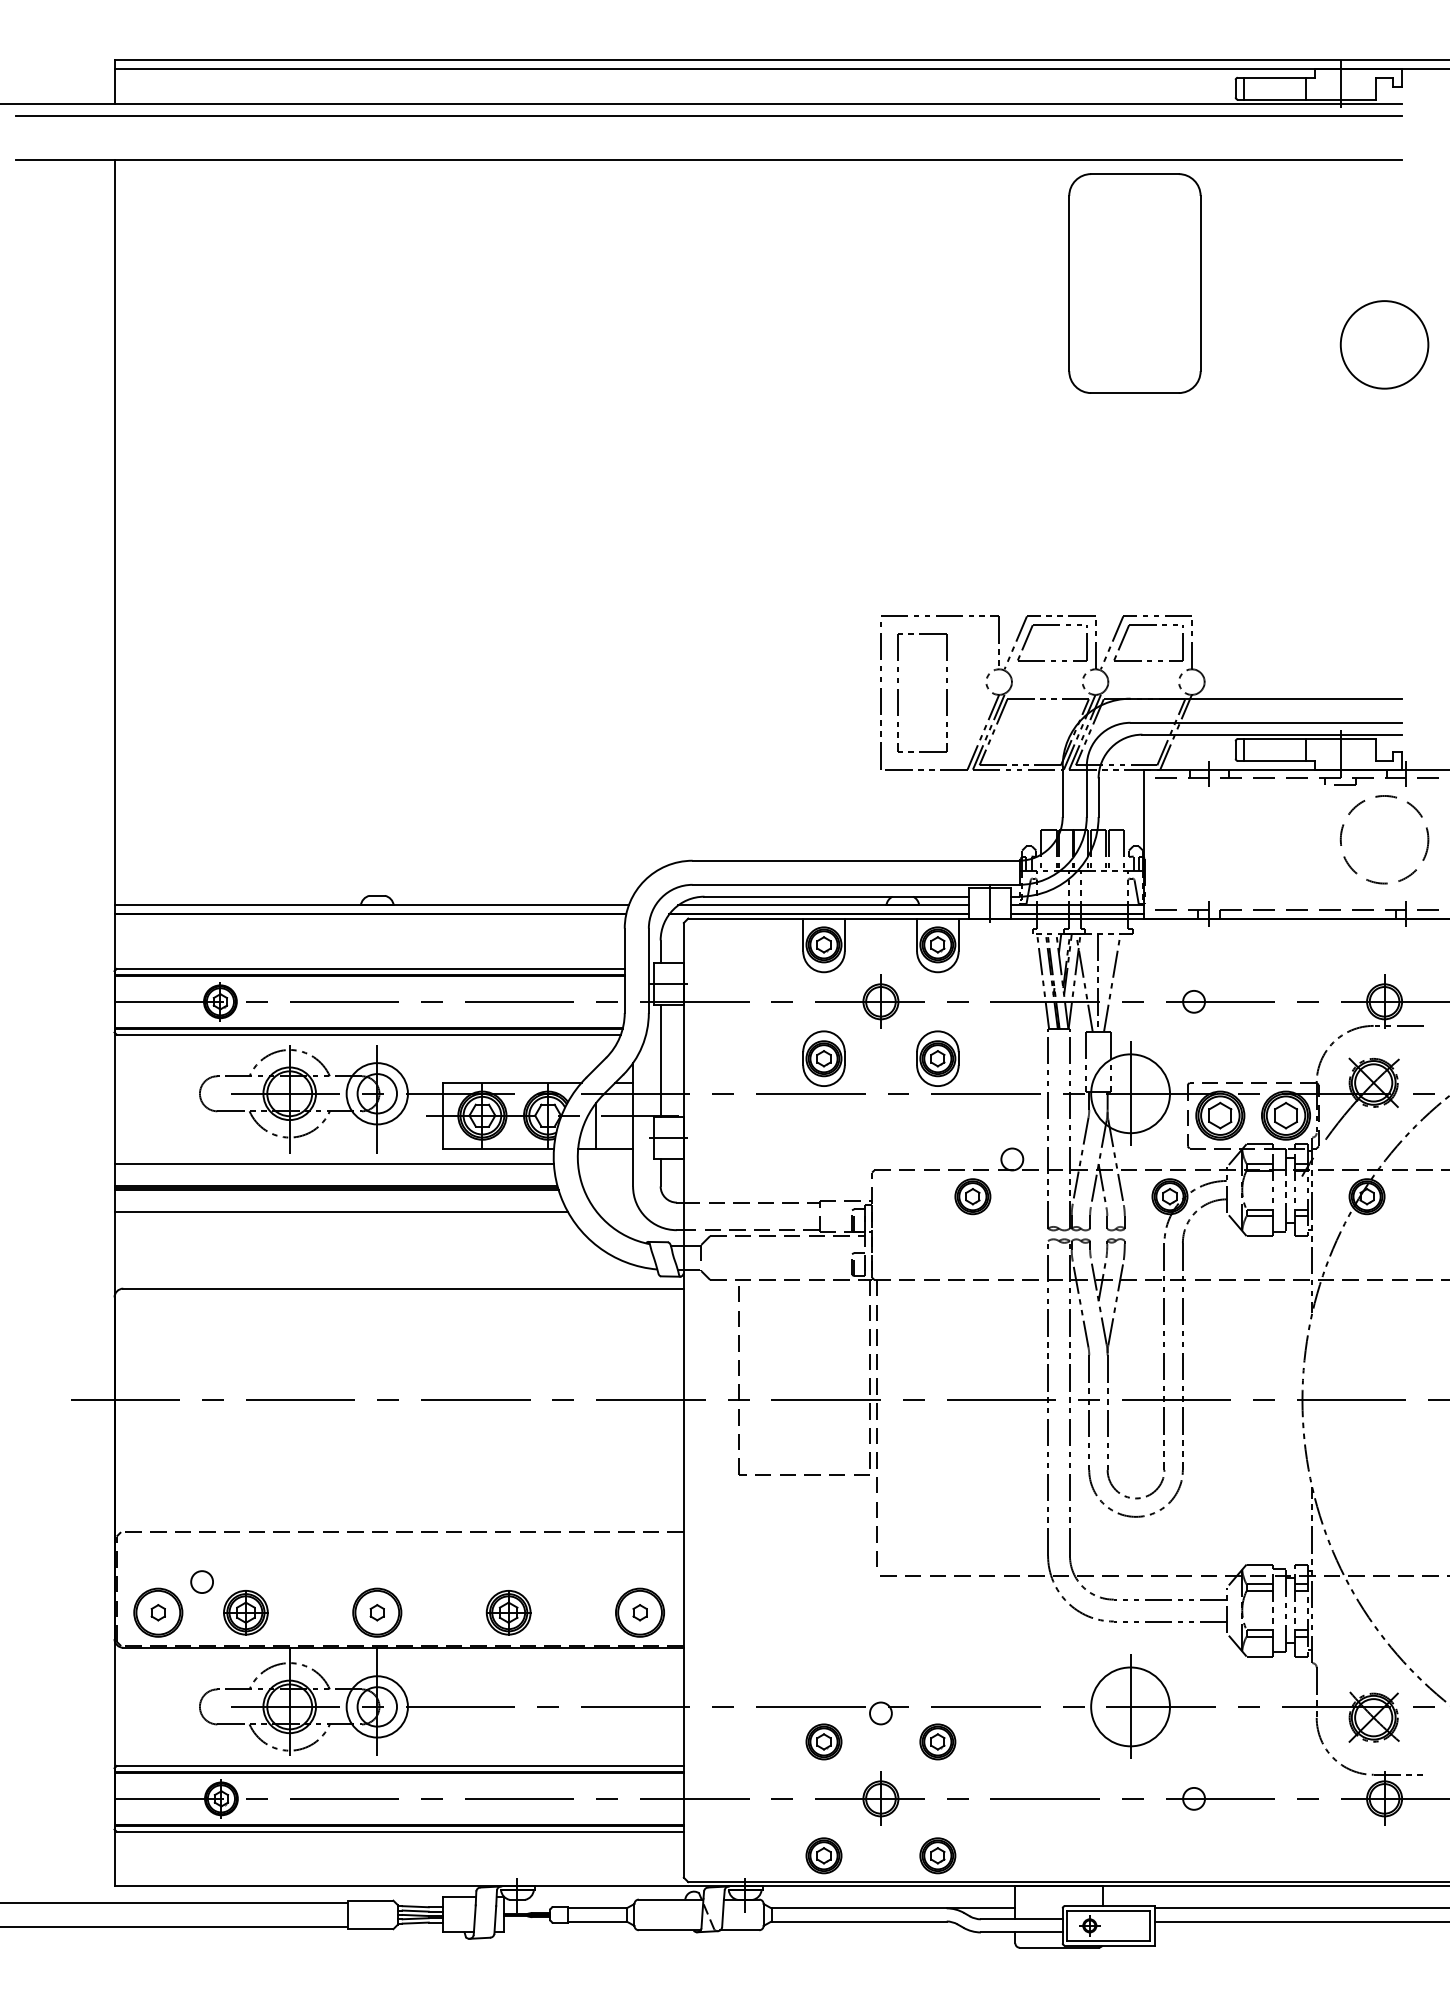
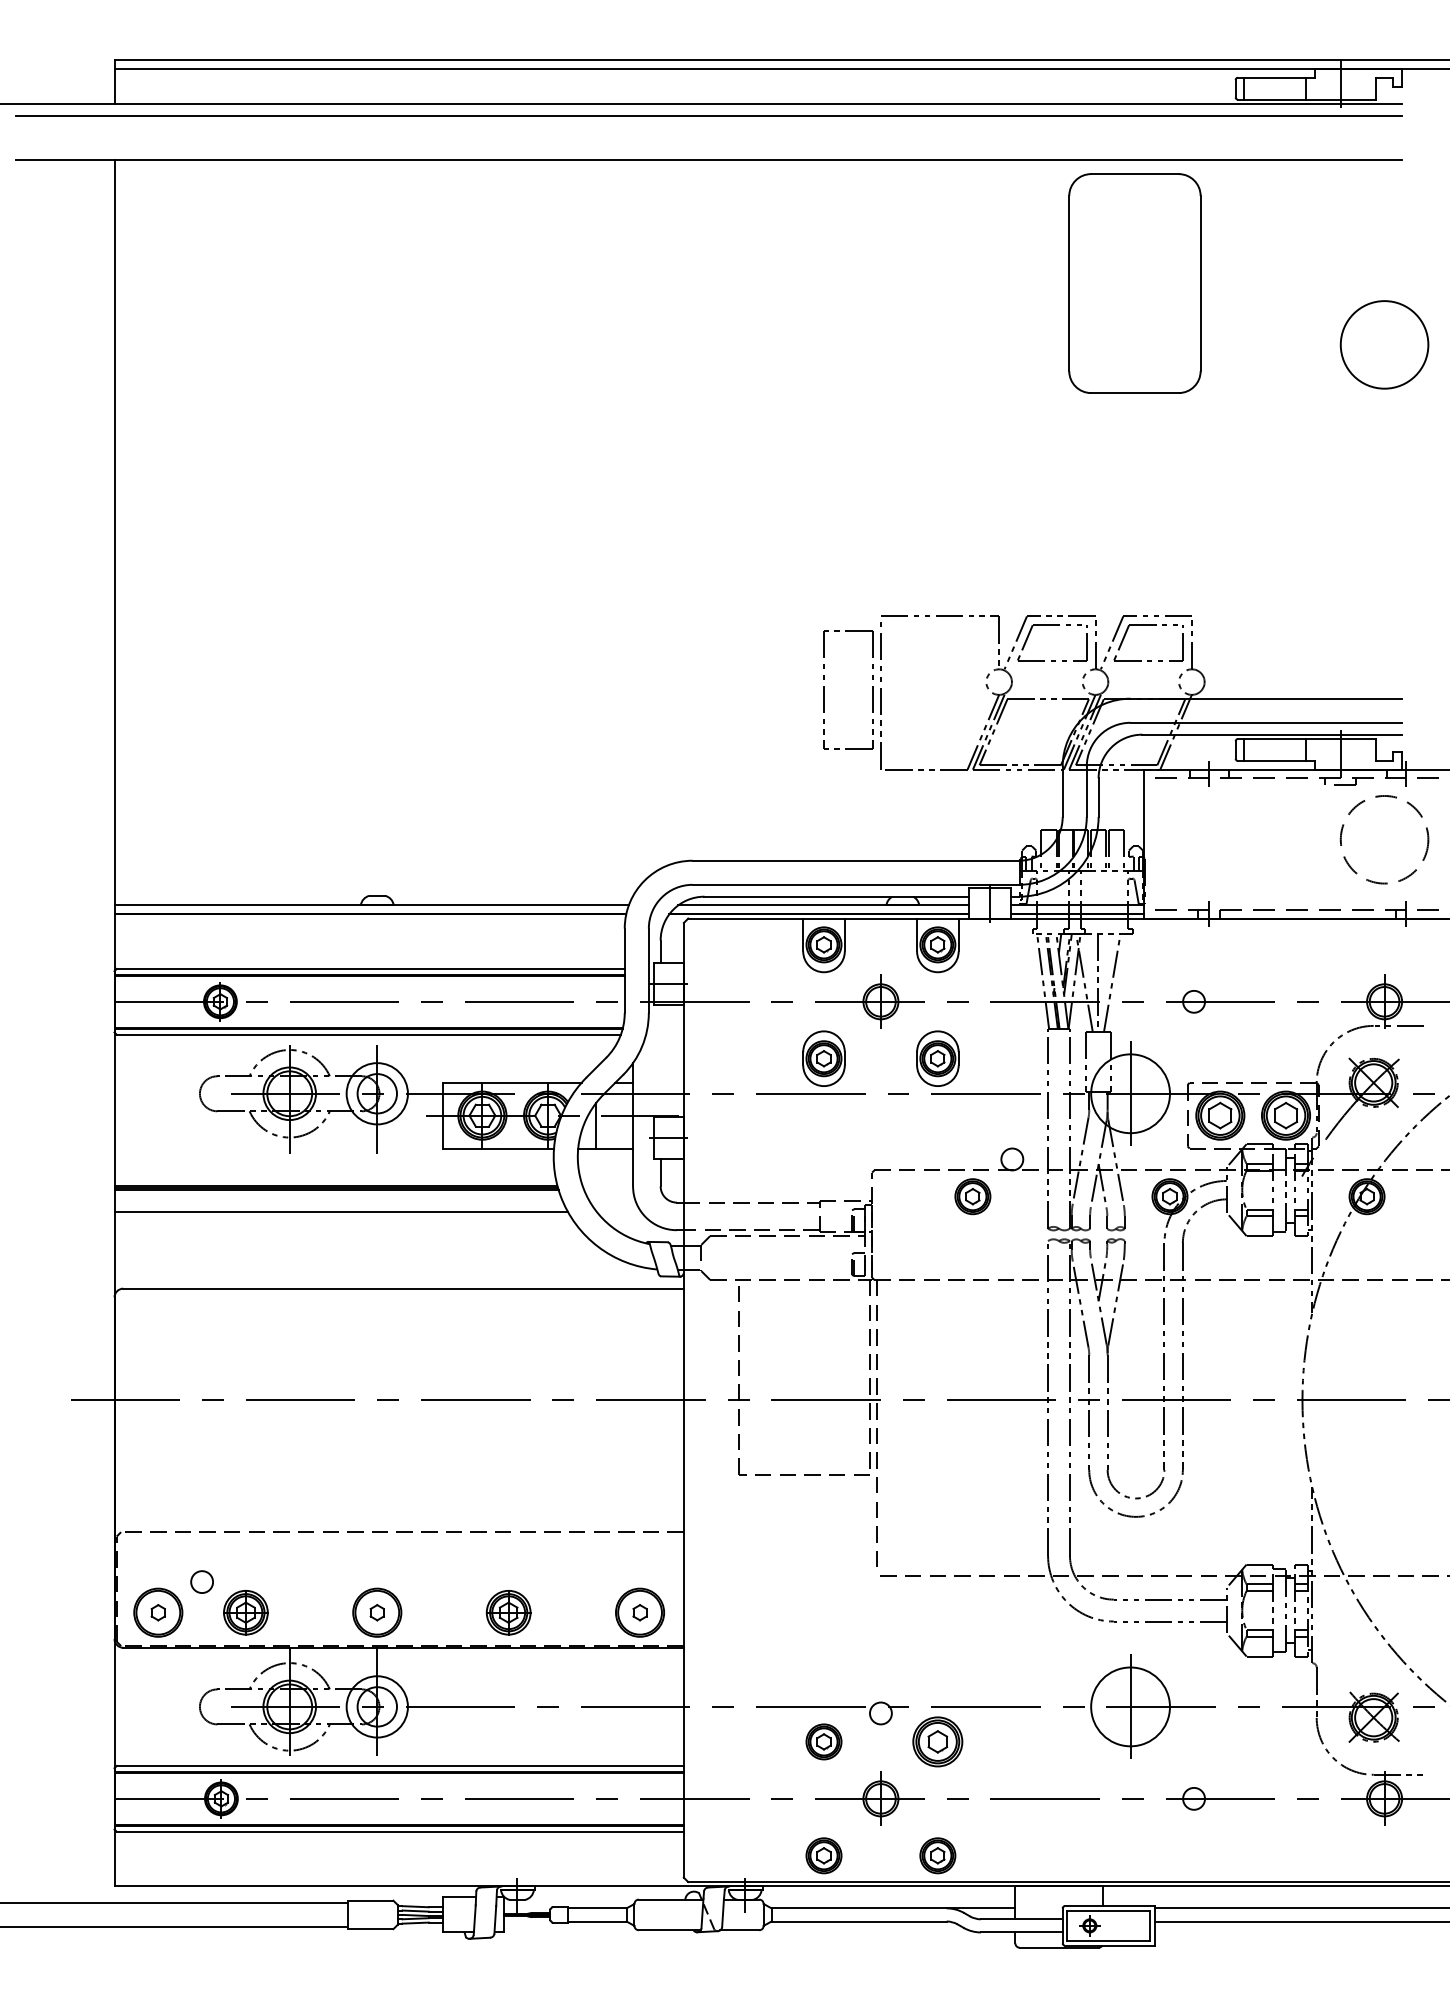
part at (898, 692) position: (898, 692) -> (824, 689)
line at (660, 1060): present -> none
line at (333, 1163): present -> none
part at (937, 1741) size: 38x38 px -> 52x52 px
